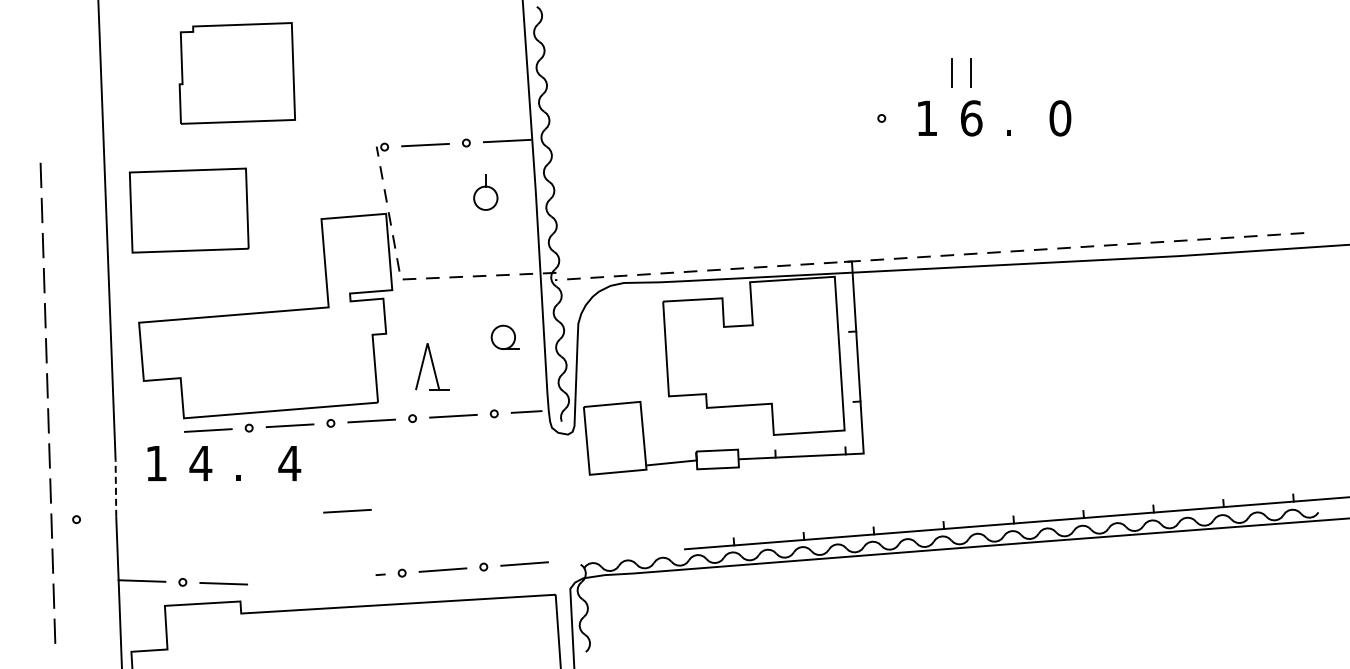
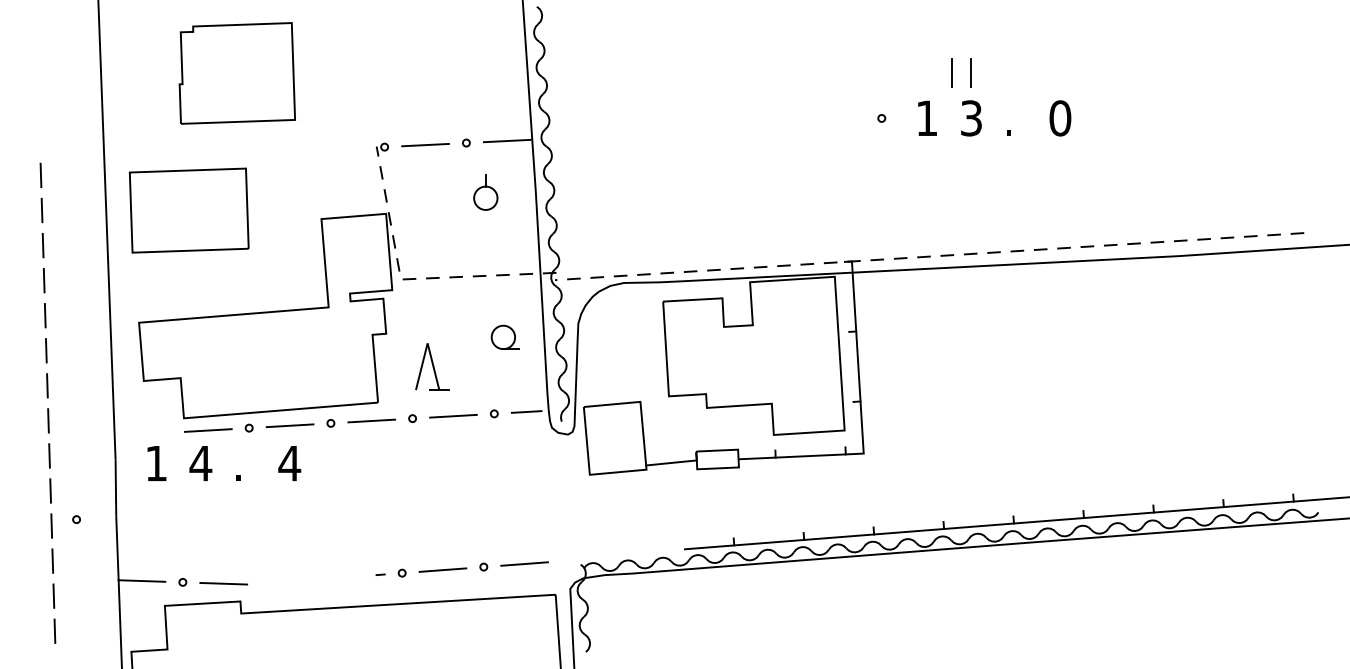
text at (971, 118): 6 -> 3
line at (115, 488): dashed -> solid
line at (347, 511): present -> none
